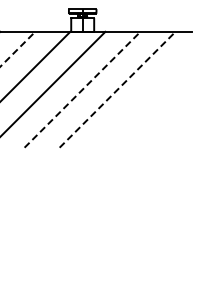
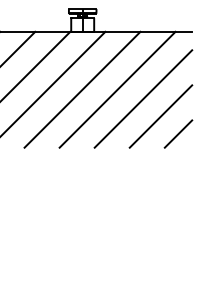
line at (18, 48): dashed -> solid
line at (82, 89): dashed -> solid
line at (117, 89): dashed -> solid
line at (143, 98): none -> present
line at (160, 116): none -> present
line at (178, 133): none -> present
